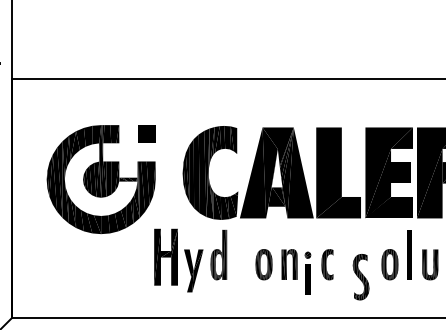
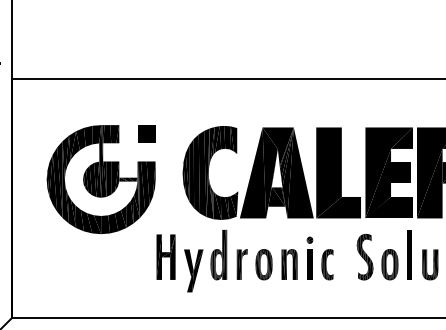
part at (165, 256) size: 24x58 px -> 20x46 px
part at (241, 264): none -> present
part at (307, 272) position: (307, 272) -> (309, 257)
part at (360, 277) position: (360, 277) -> (364, 257)
